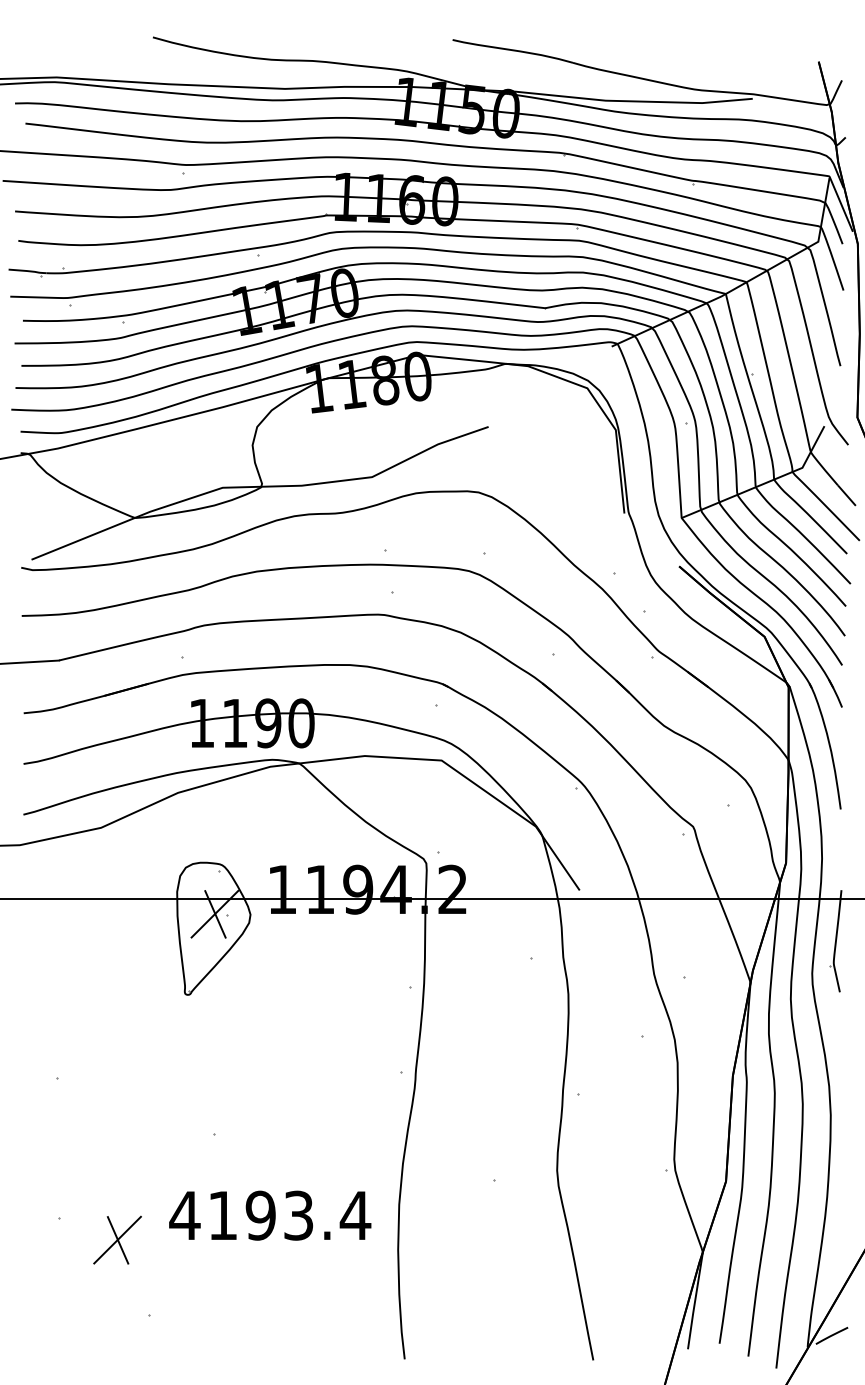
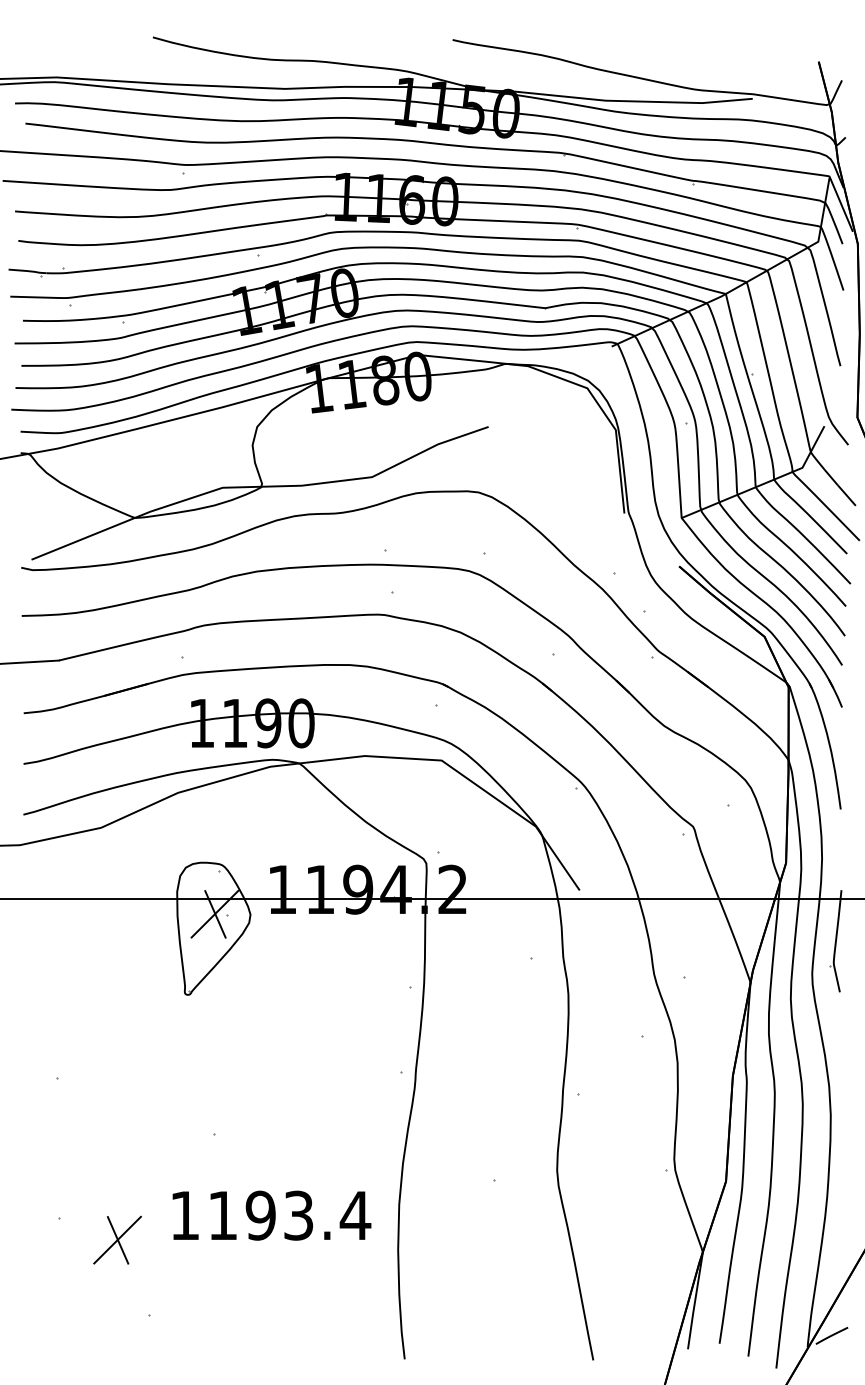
text at (184, 1215): 4193.4 -> 1193.4
